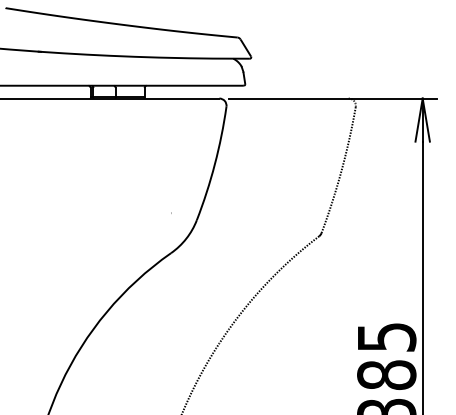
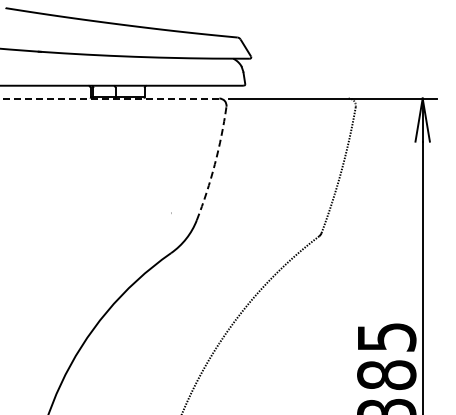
line at (109, 98): solid -> dashed
arc at (214, 164): solid -> dashed
